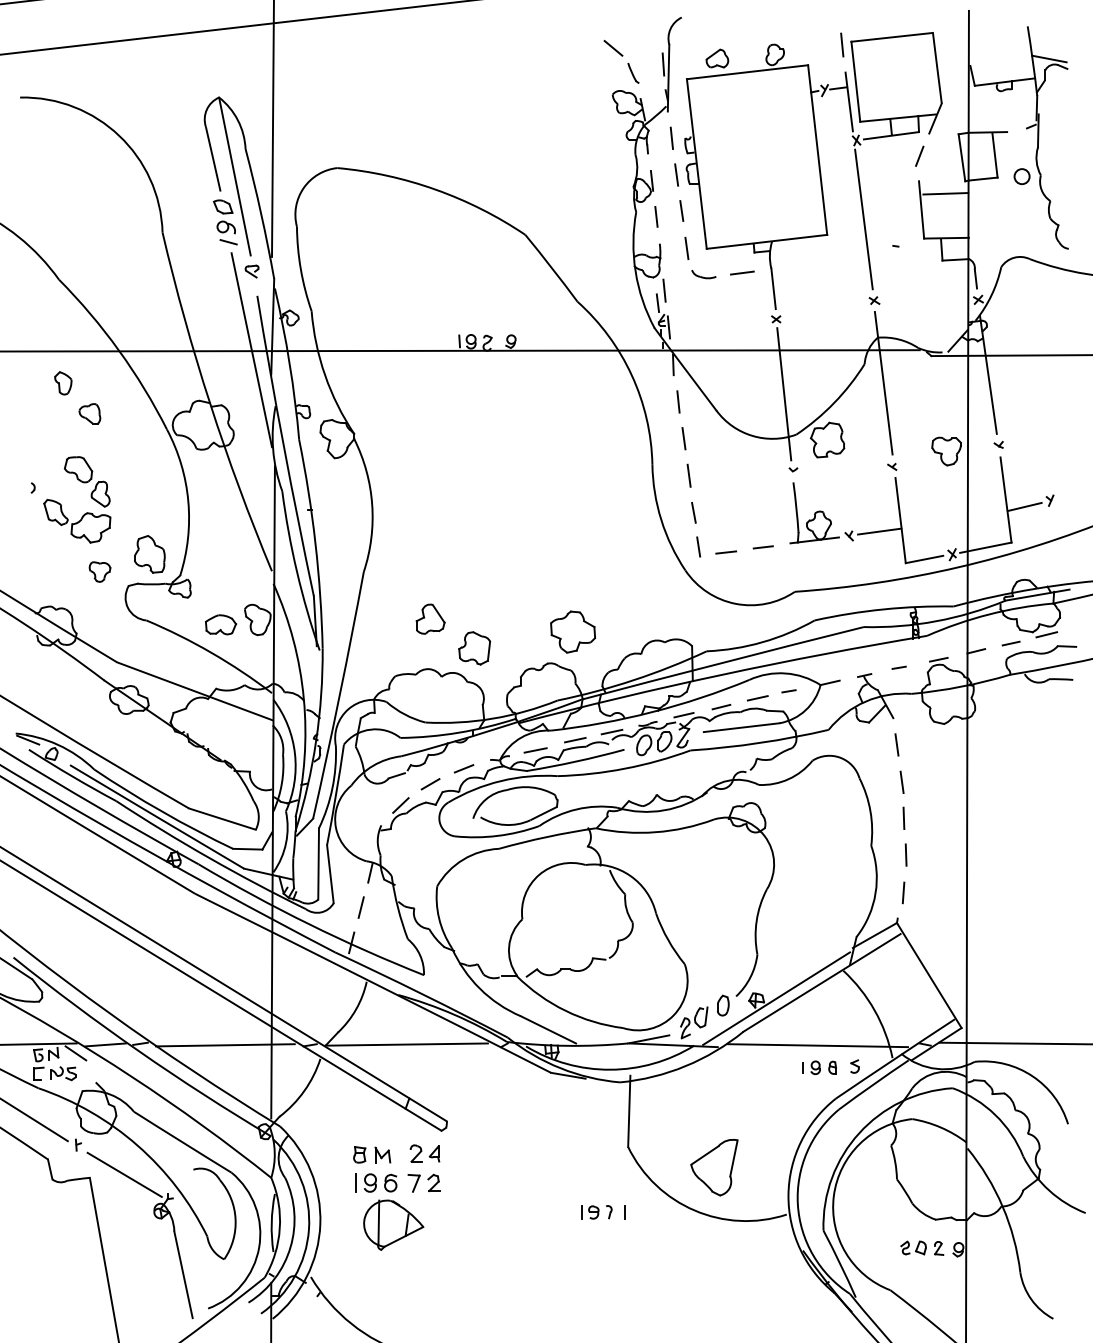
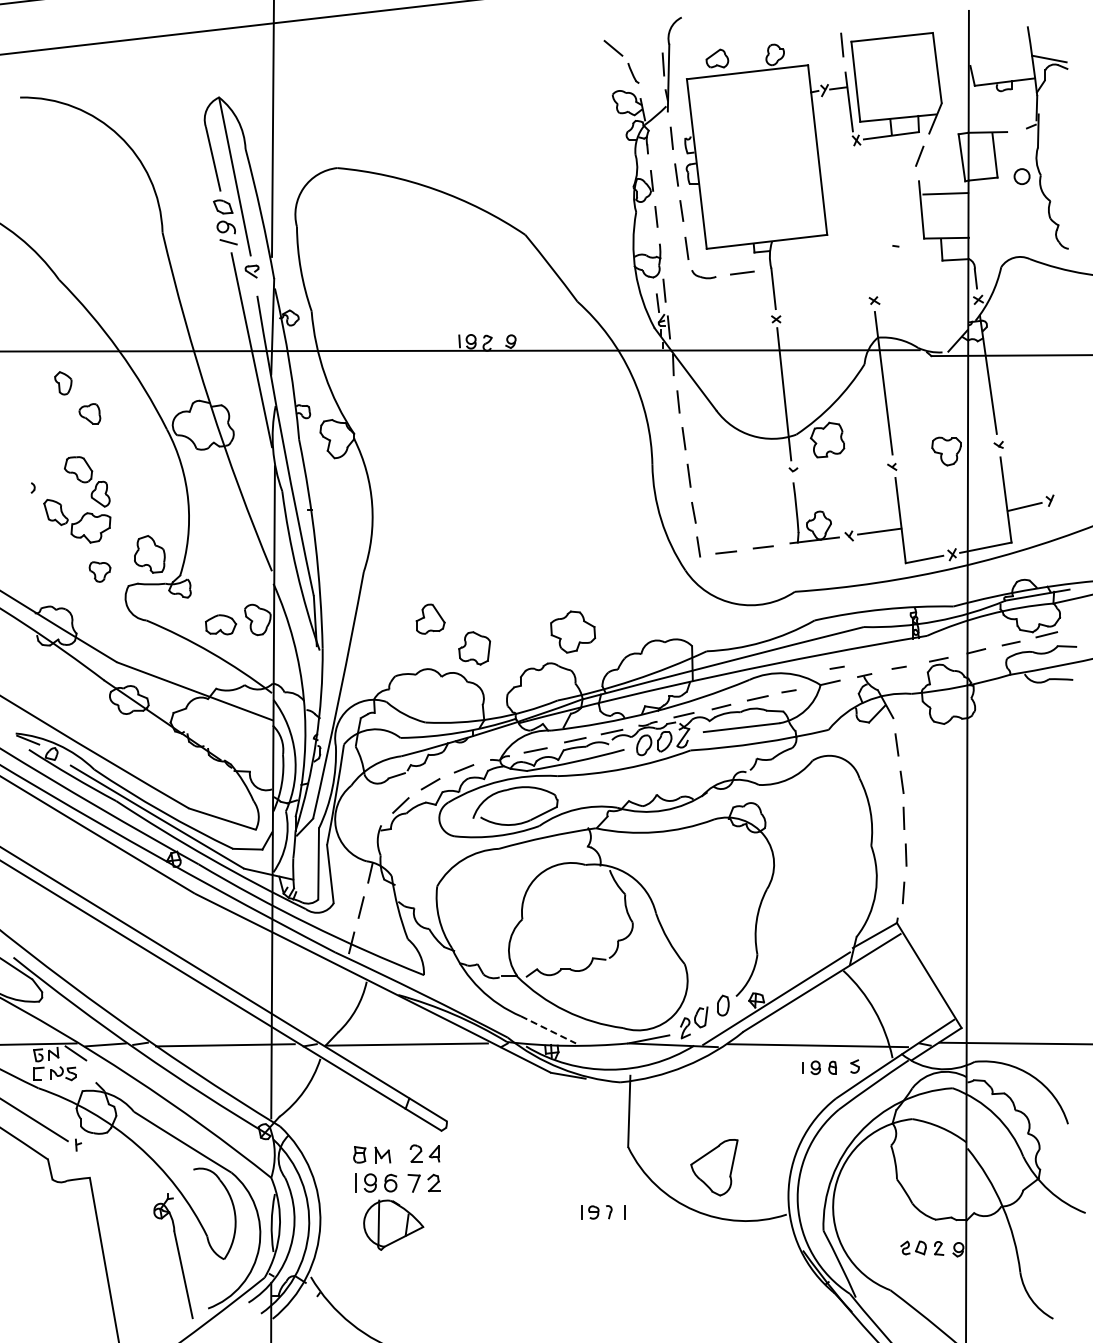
line at (863, 219): present -> none
line at (836, 667): none -> present
line at (548, 1029): solid -> dashed
line at (124, 1174): present -> none
